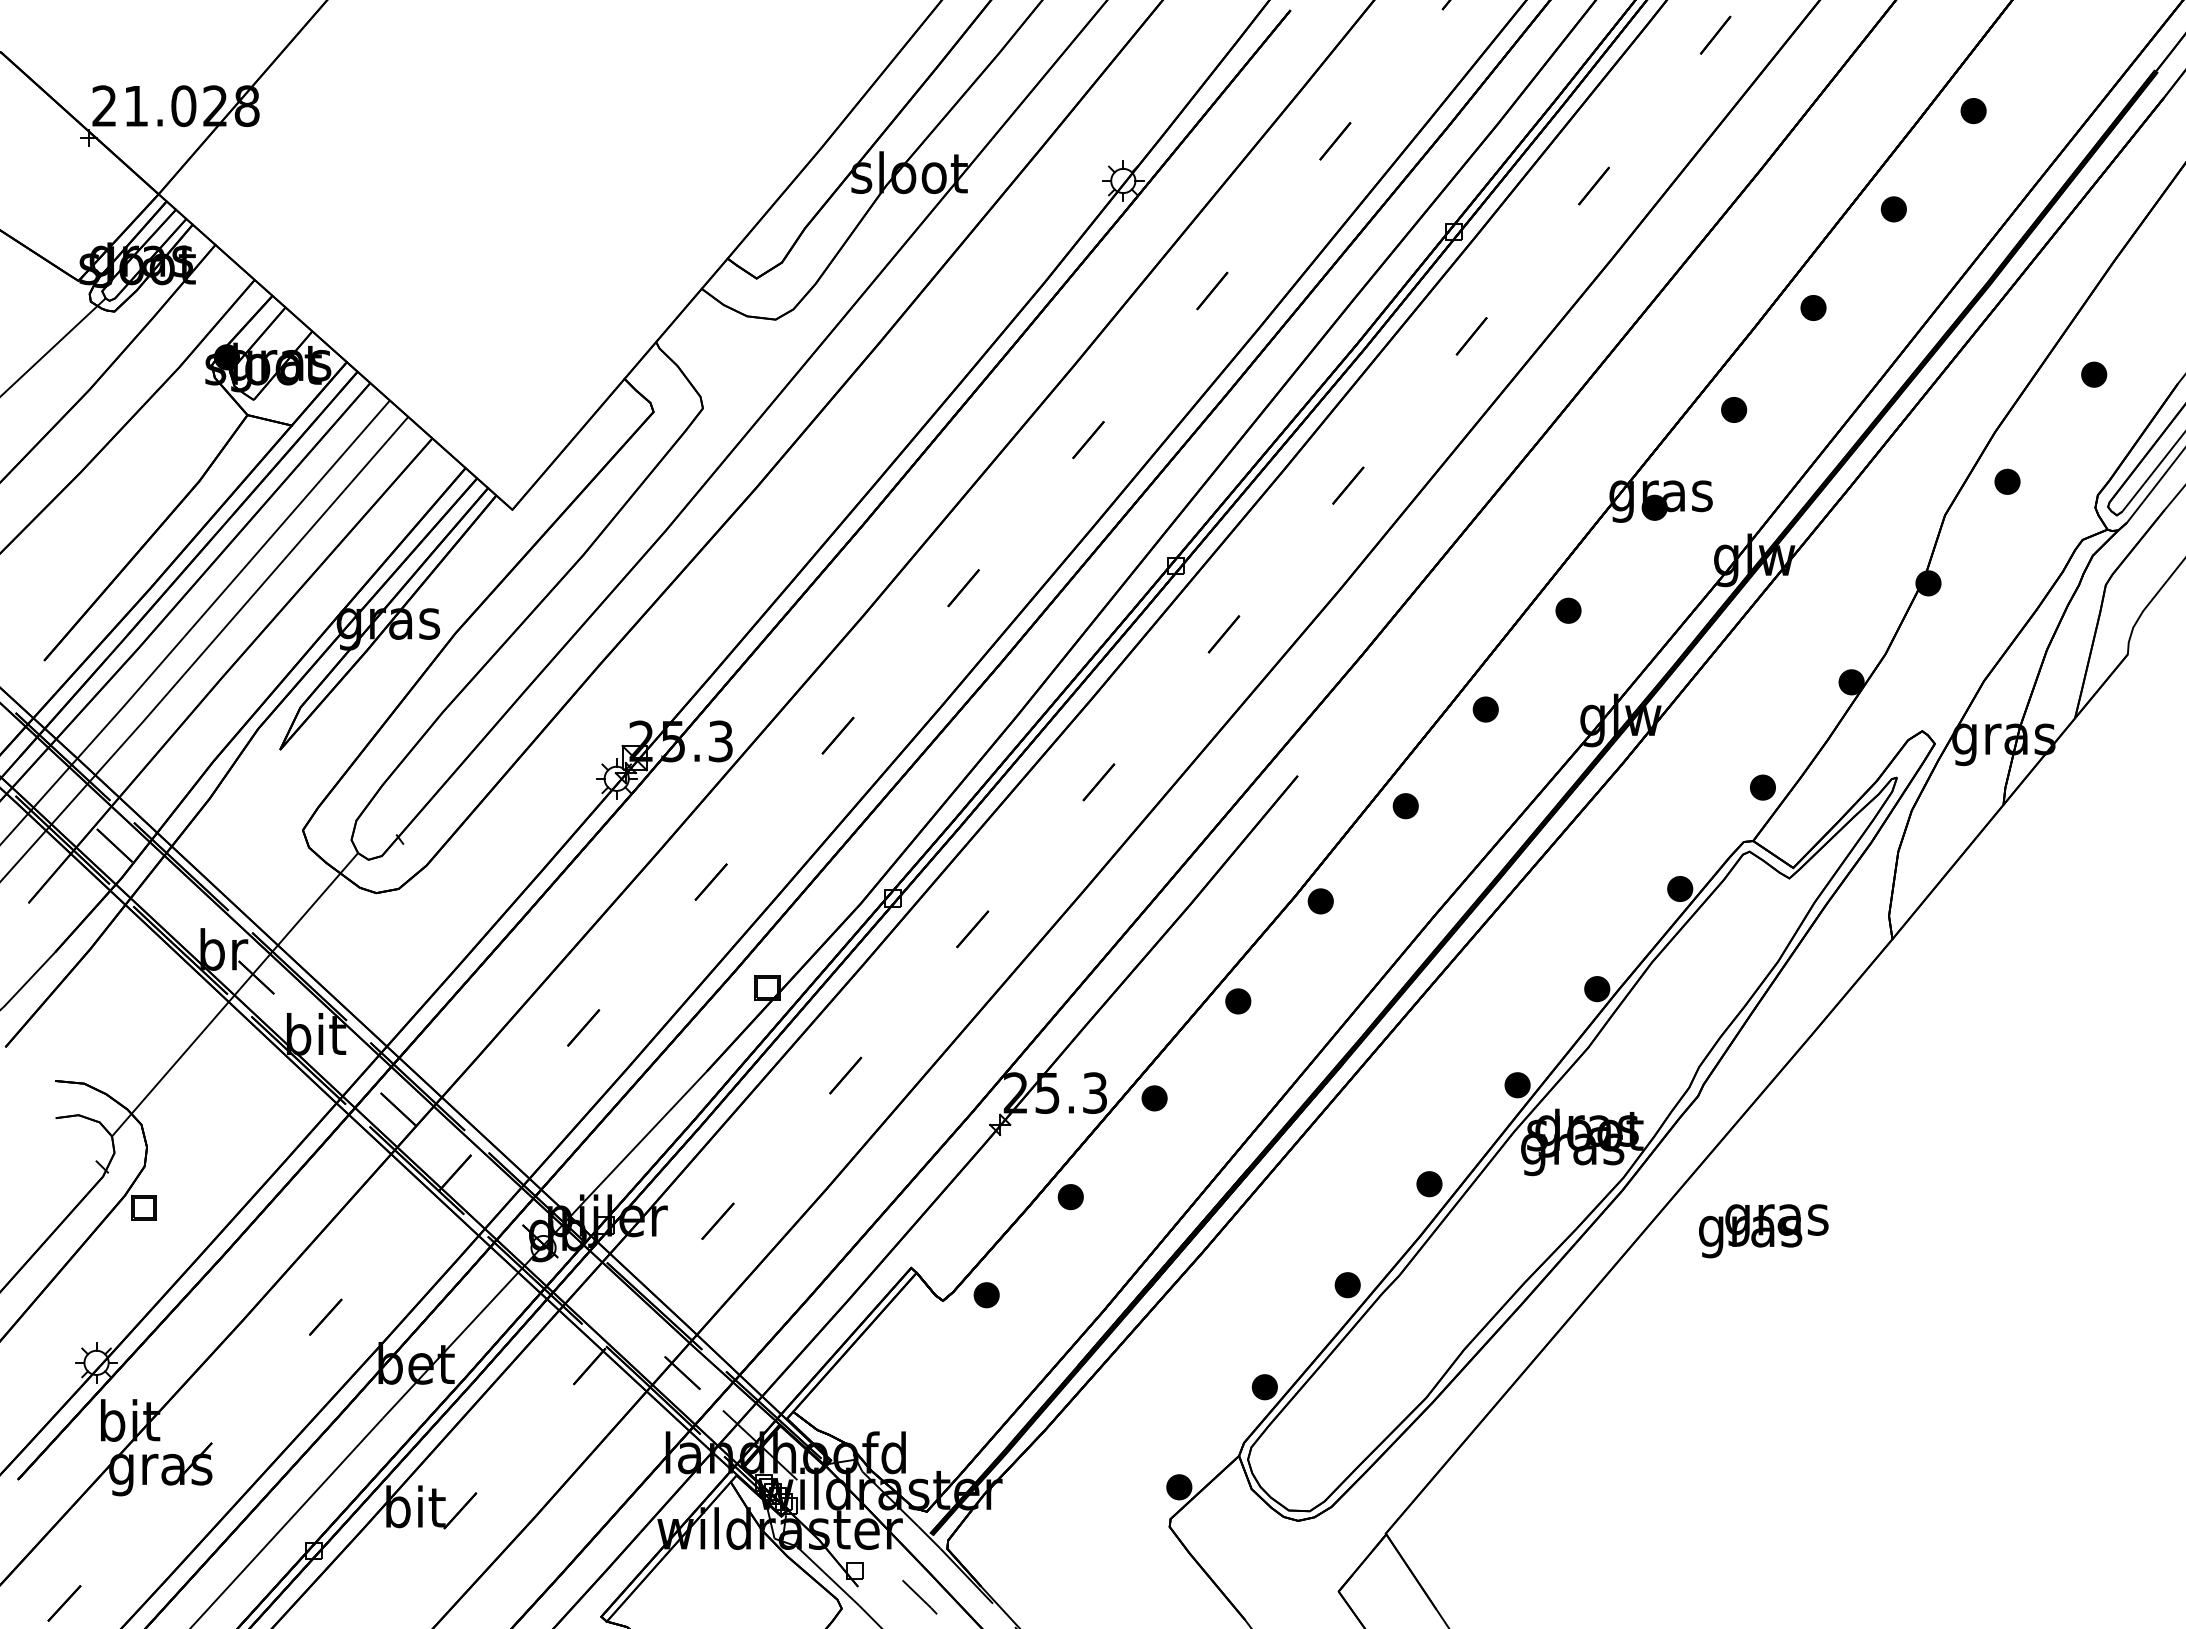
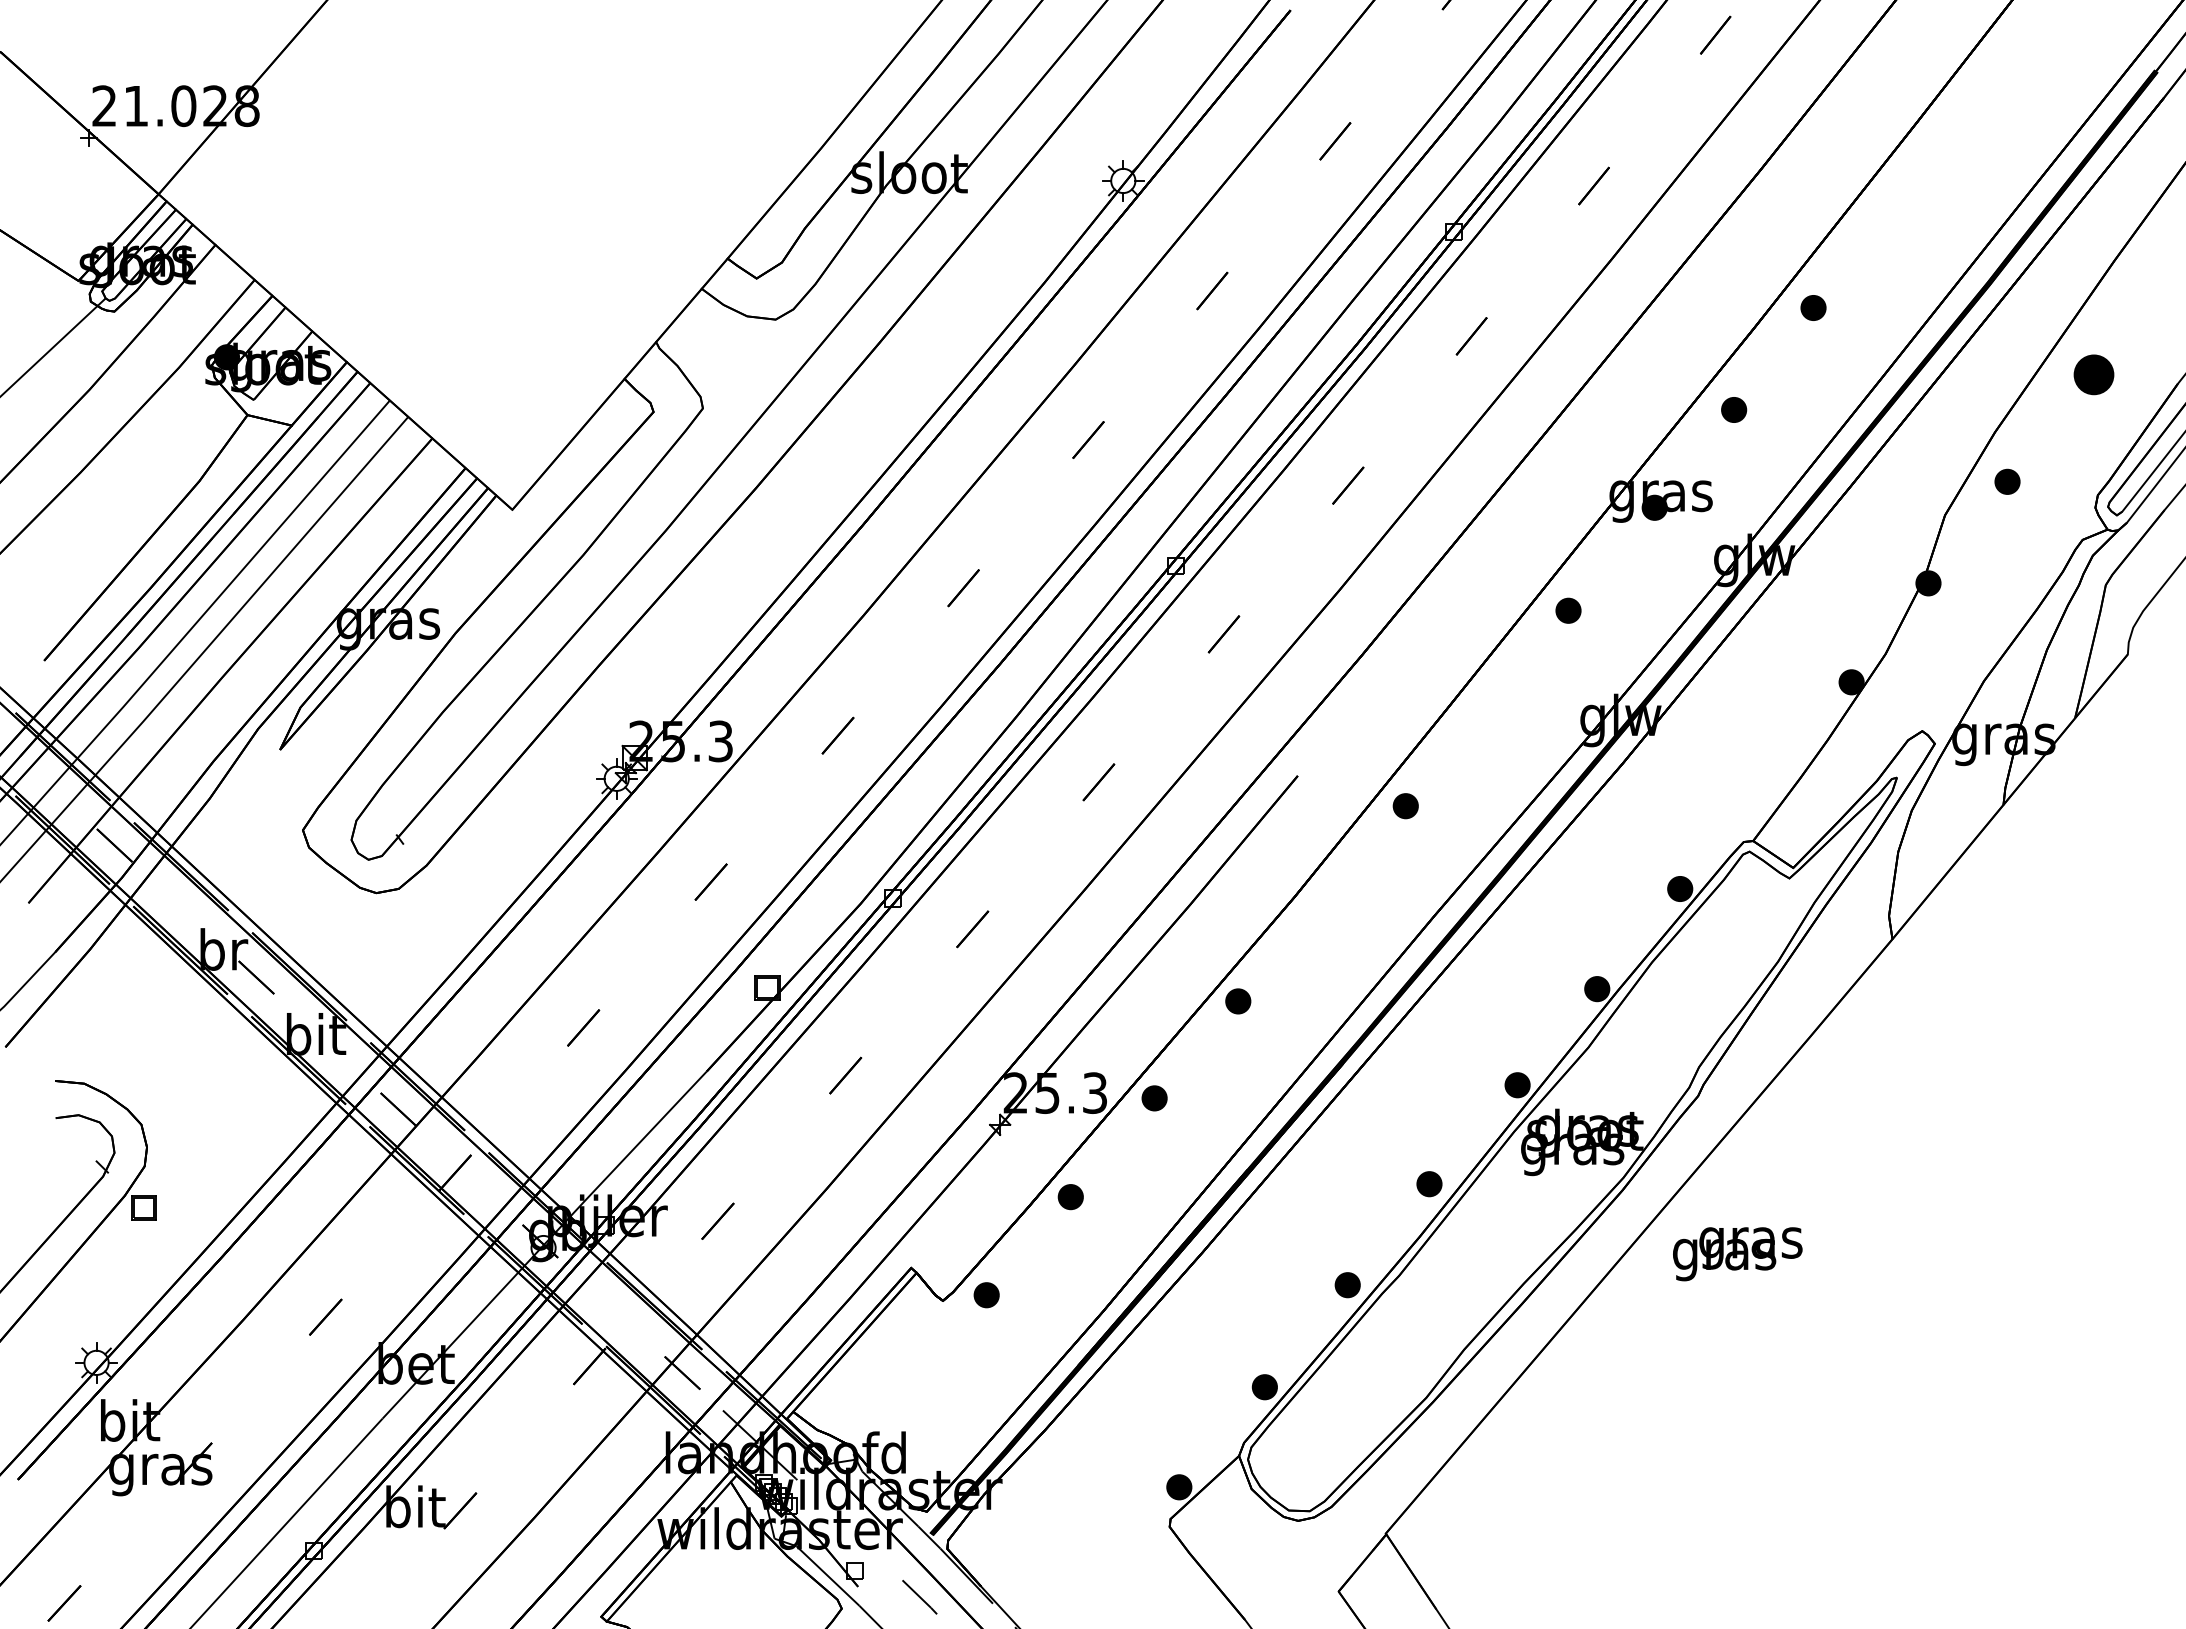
part at (1973, 111): present -> none
part at (1893, 209): present -> none
part at (2094, 374) size: 27x27 px -> 42x42 px
part at (1485, 709): present -> none
part at (1762, 787): present -> none
part at (1320, 901): present -> none
line at (235, 994): present -> none
text at (1763, 1231) position: (1763, 1231) -> (1737, 1254)
